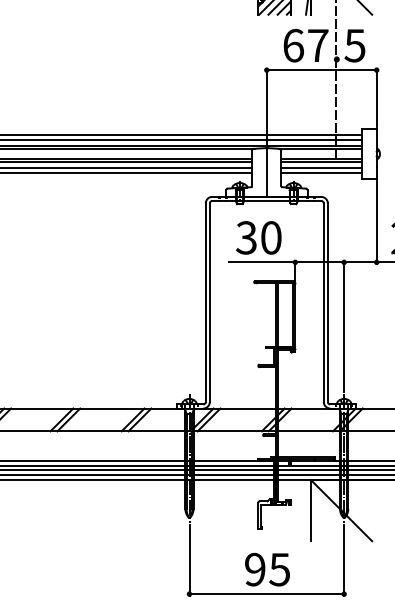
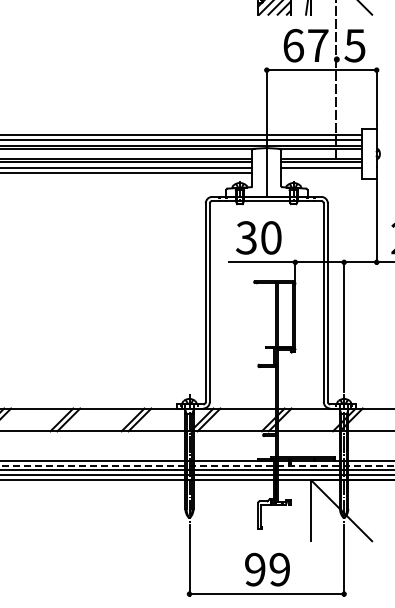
line at (321, 172): present -> none
line at (197, 465): solid -> dashed
text at (279, 569): 95 -> 99
